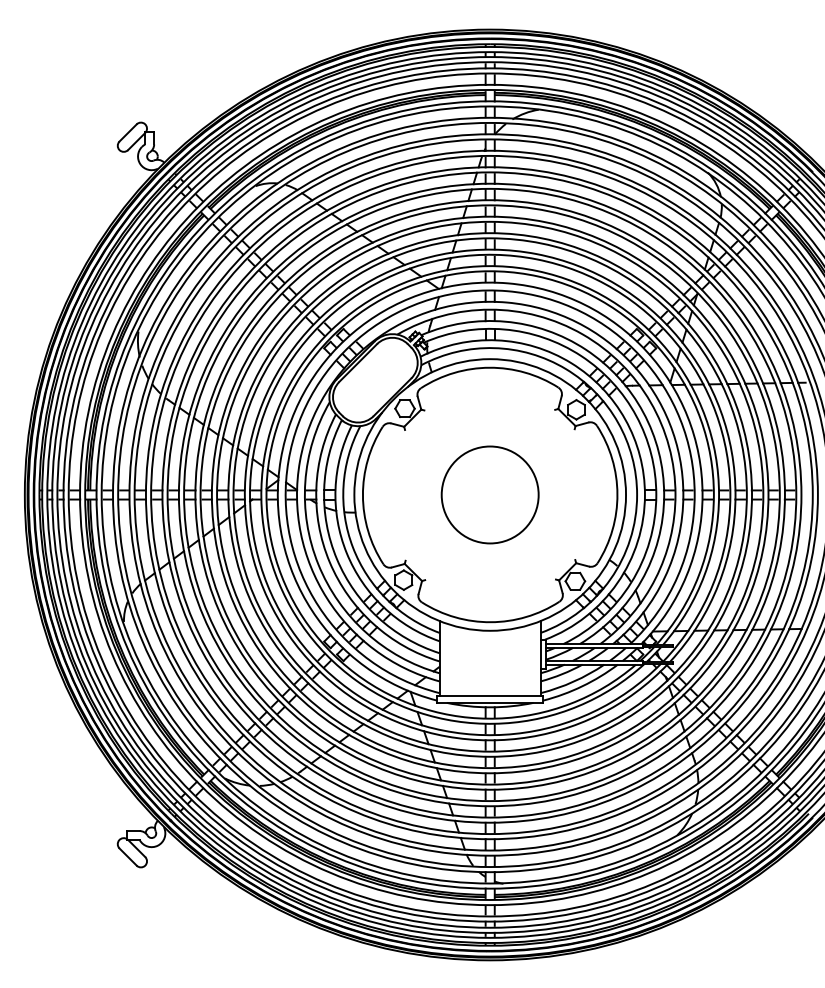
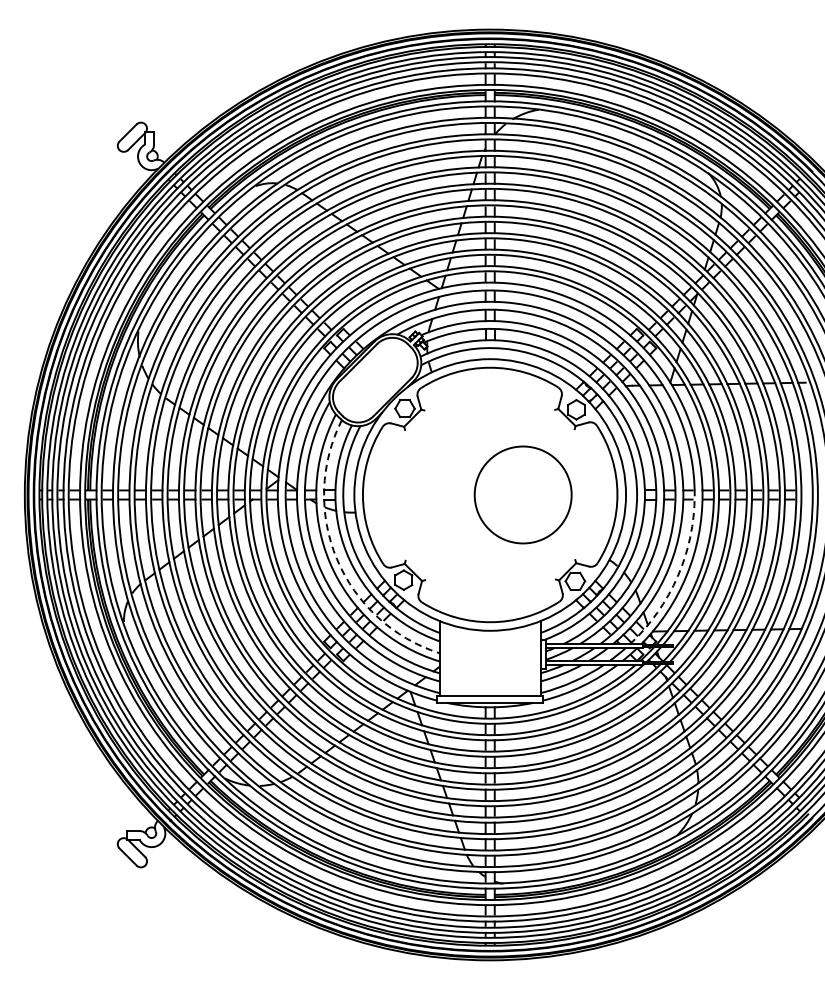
circle at (489, 494) position: (489, 494) -> (522, 494)
arc at (336, 559): solid -> dashed
arc at (677, 576): solid -> dashed
